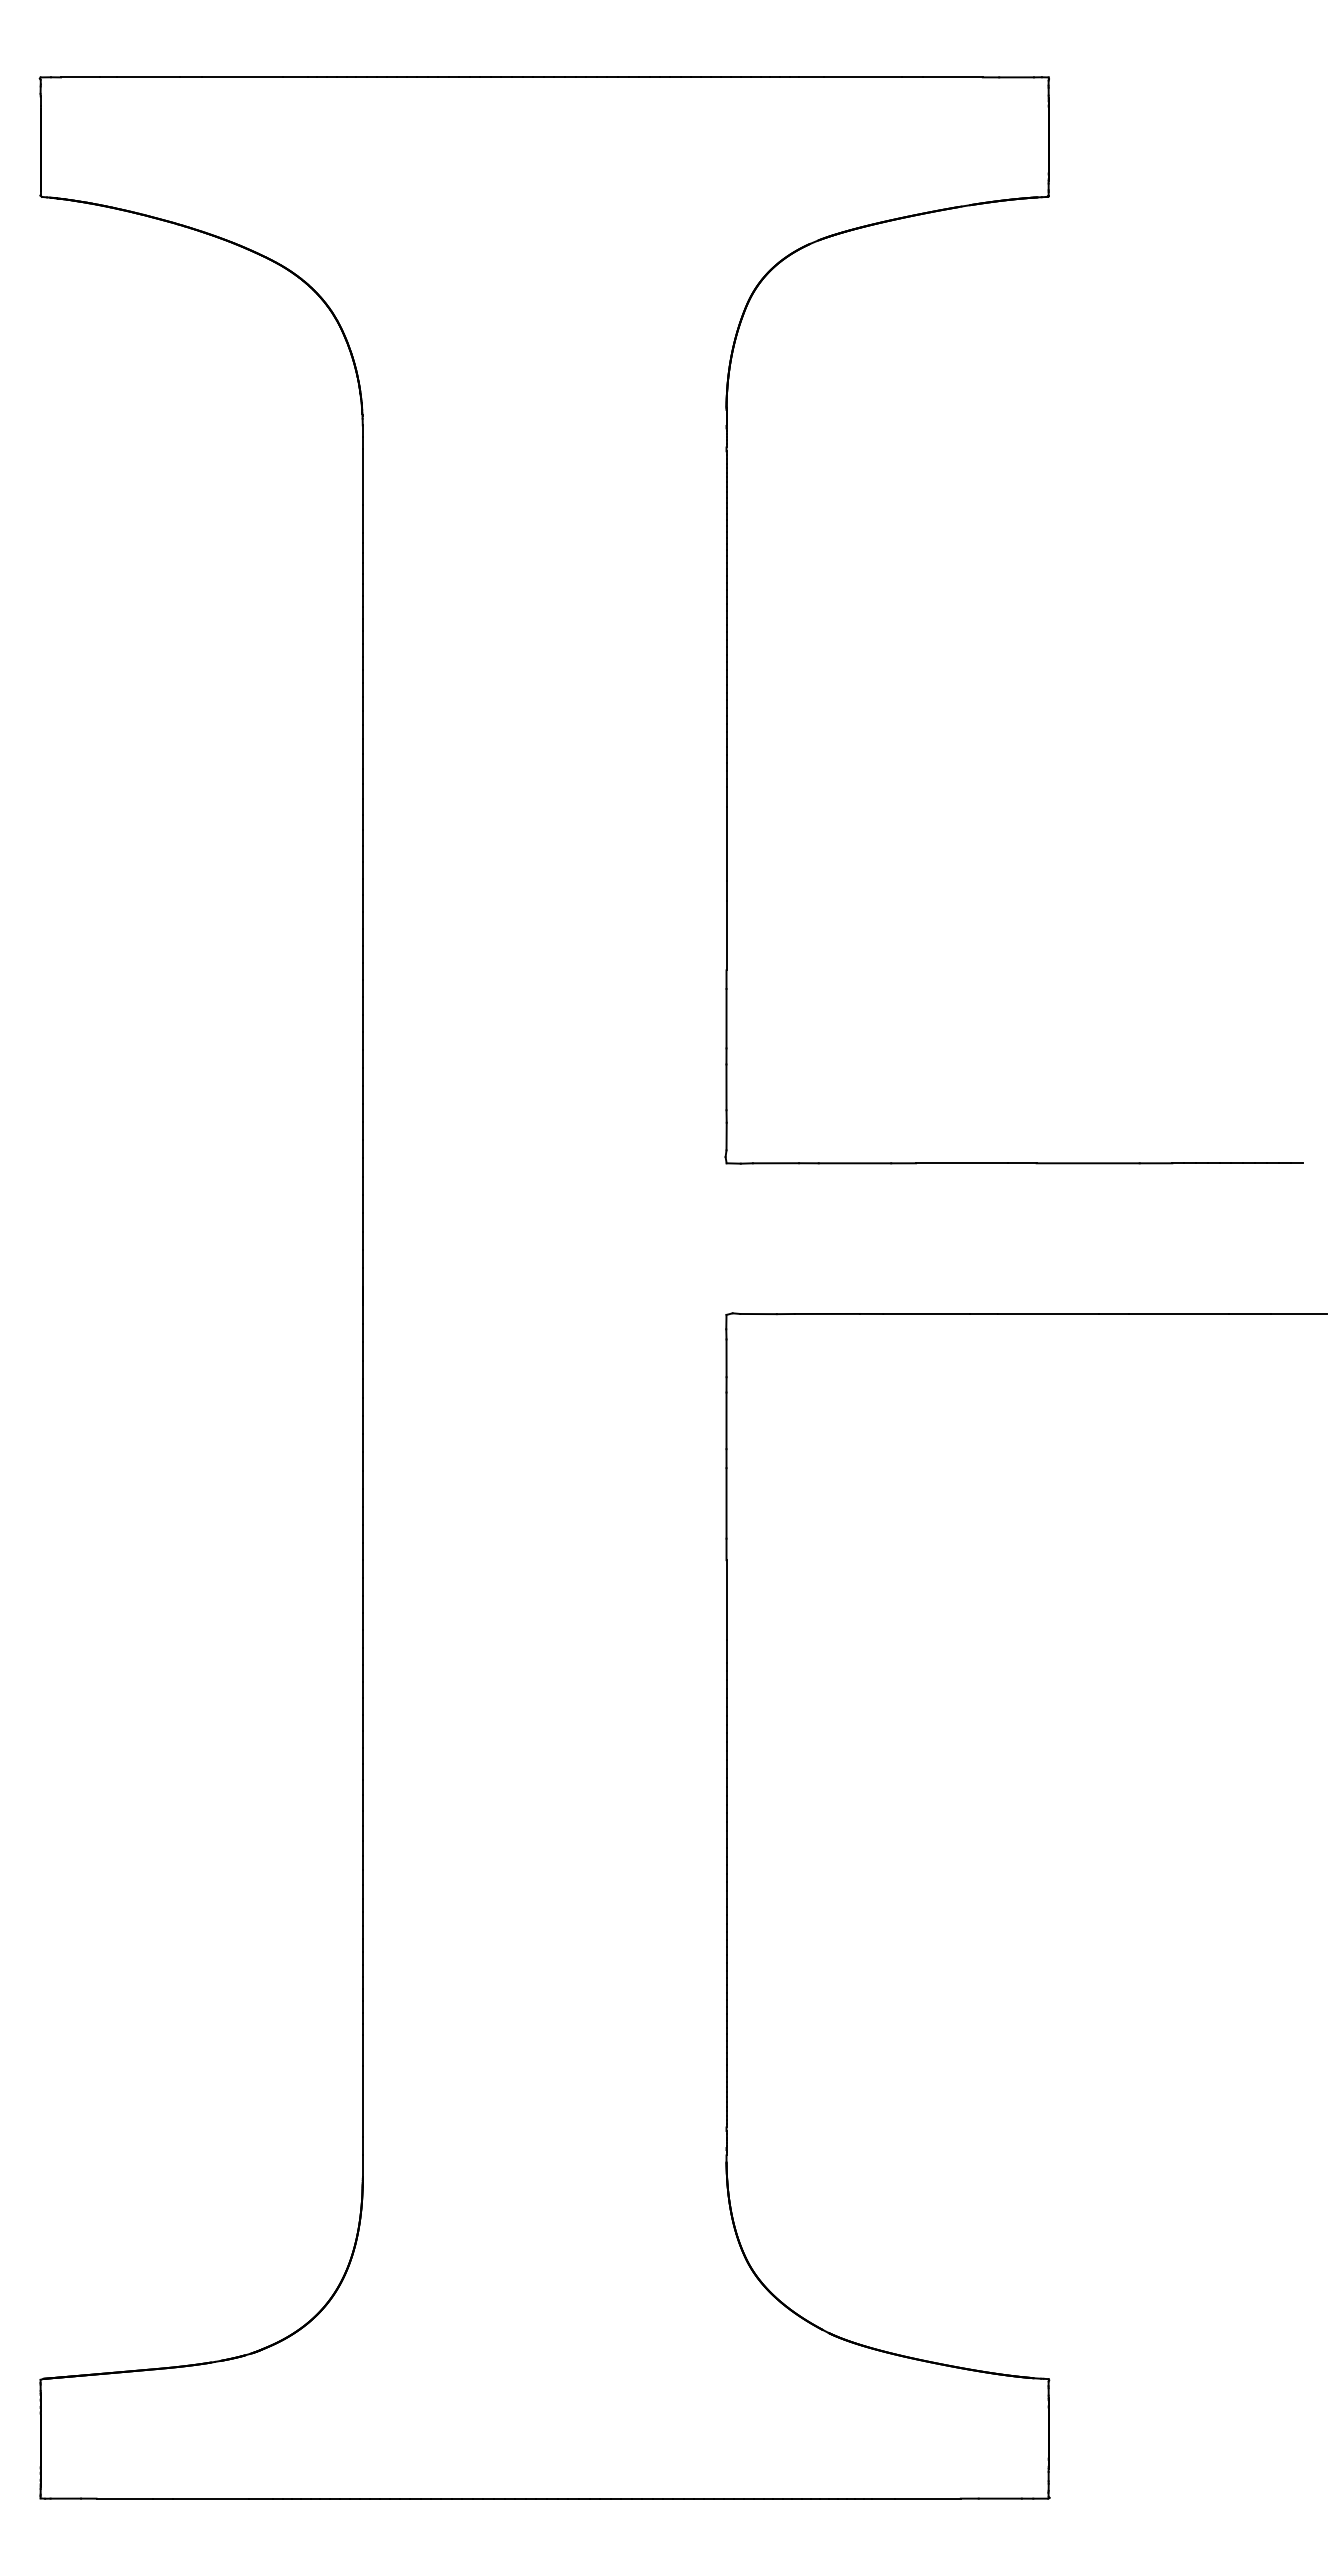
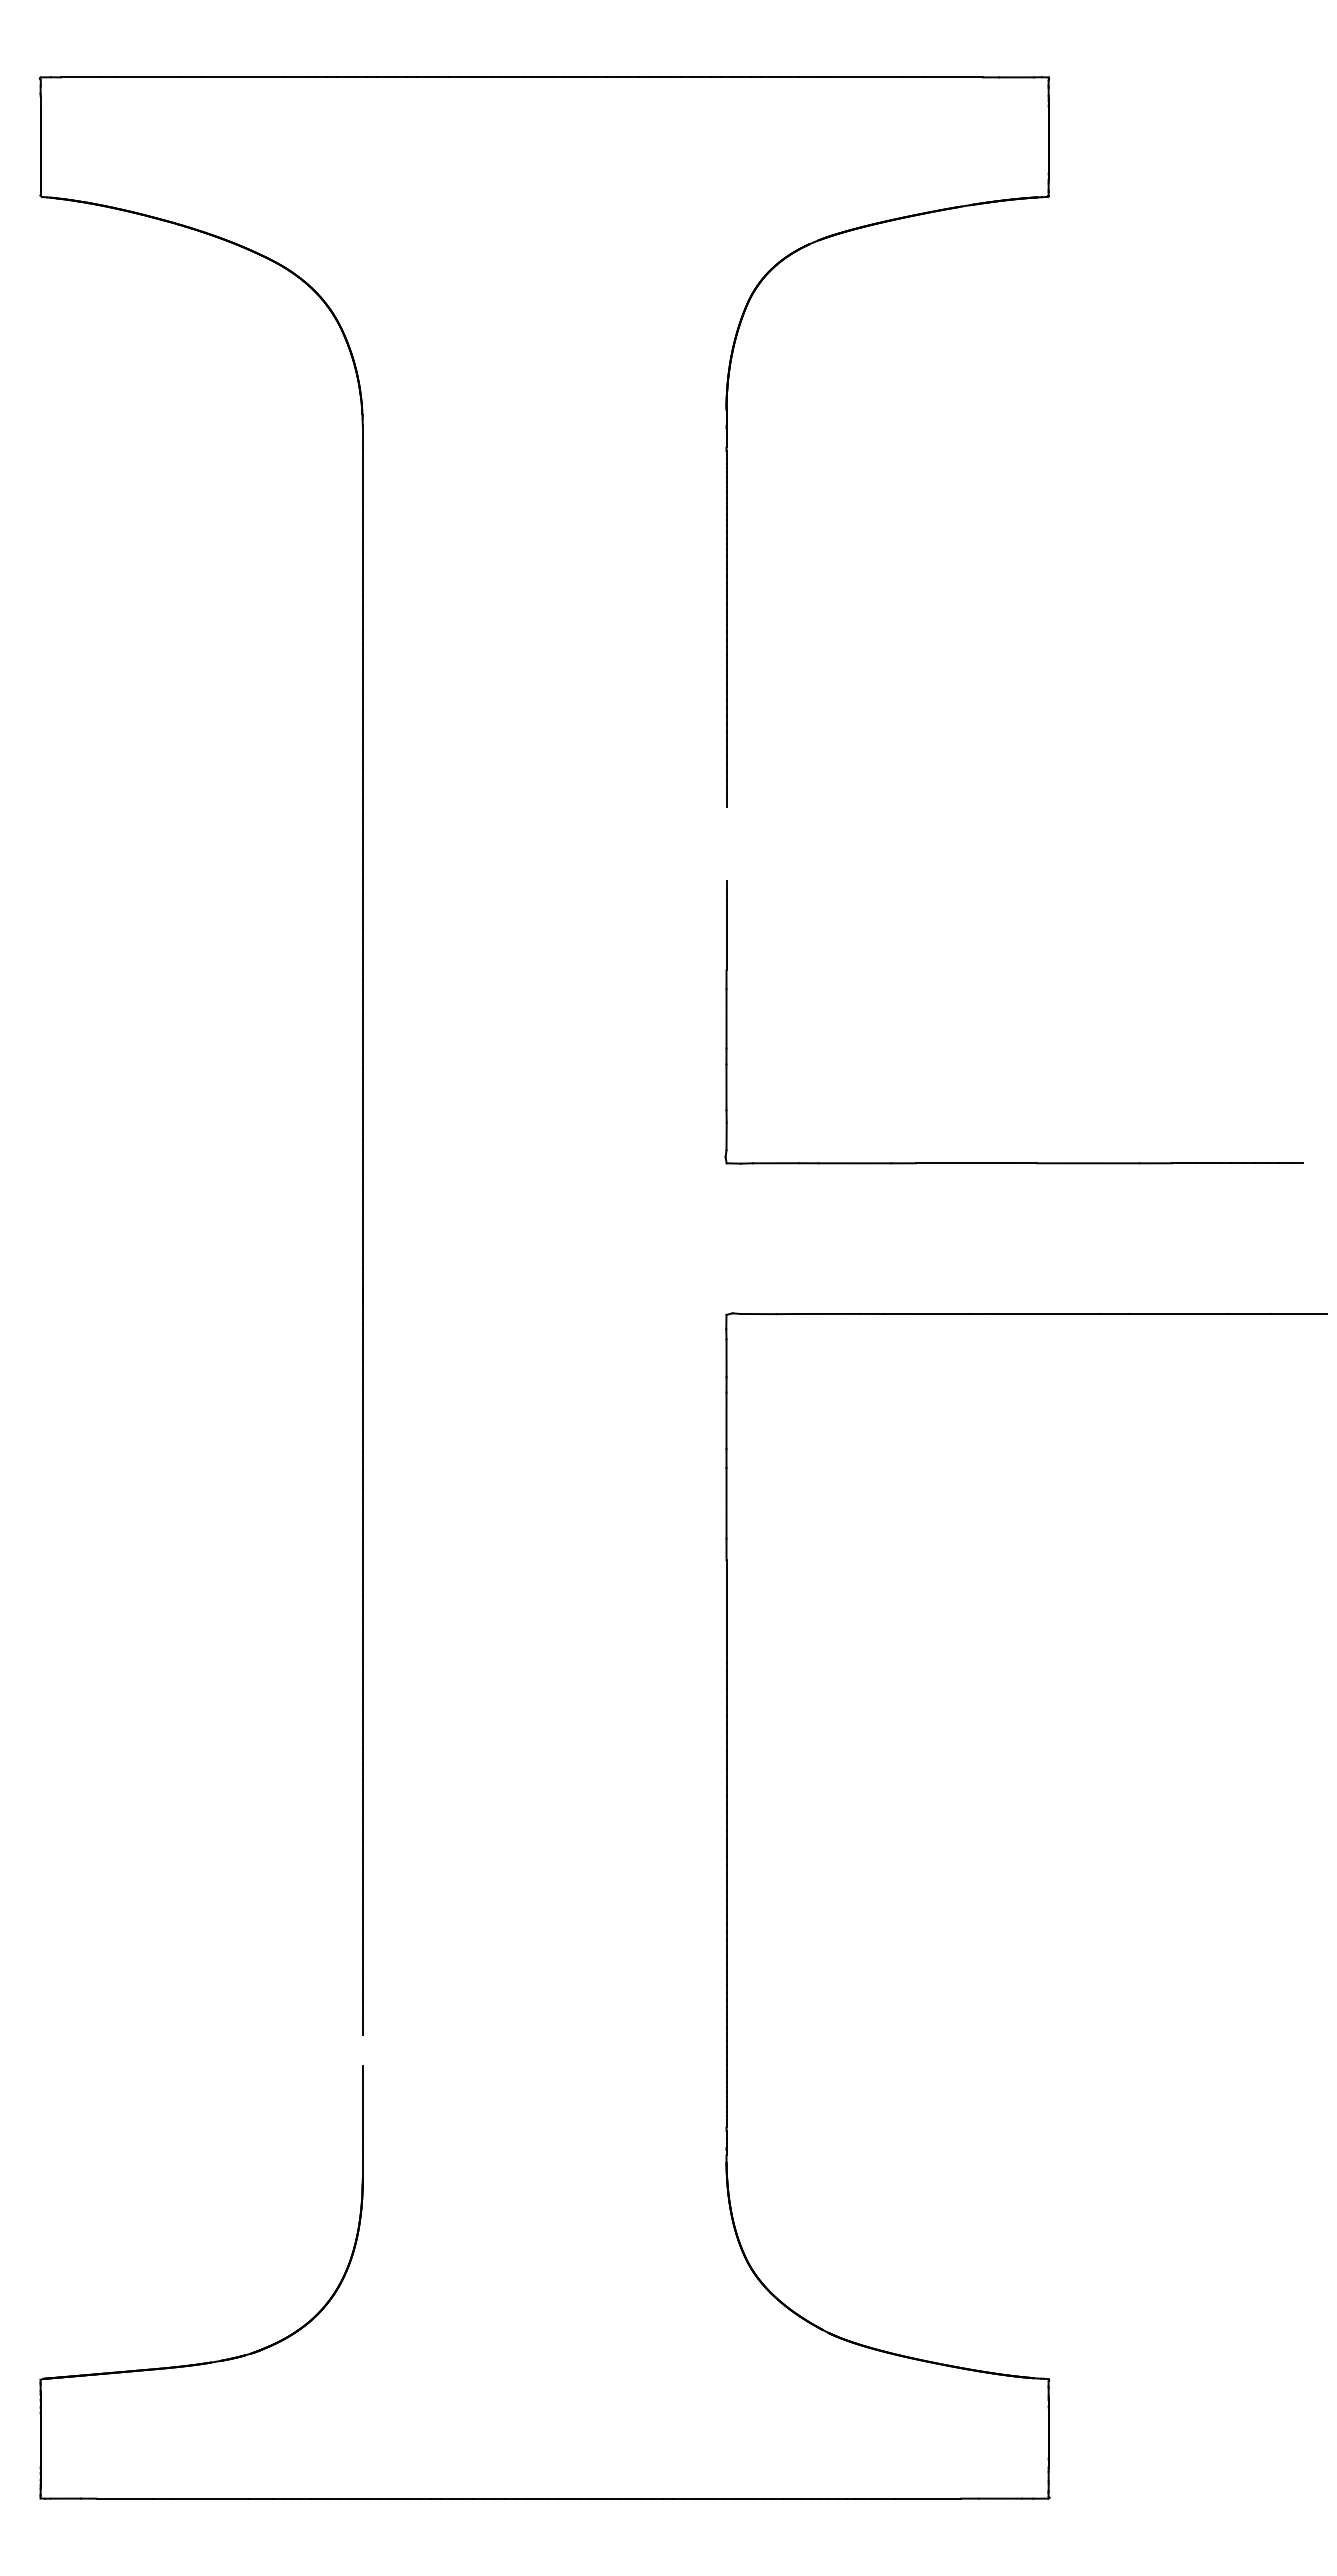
line at (726, 844): present -> none
line at (362, 2049): present -> none
